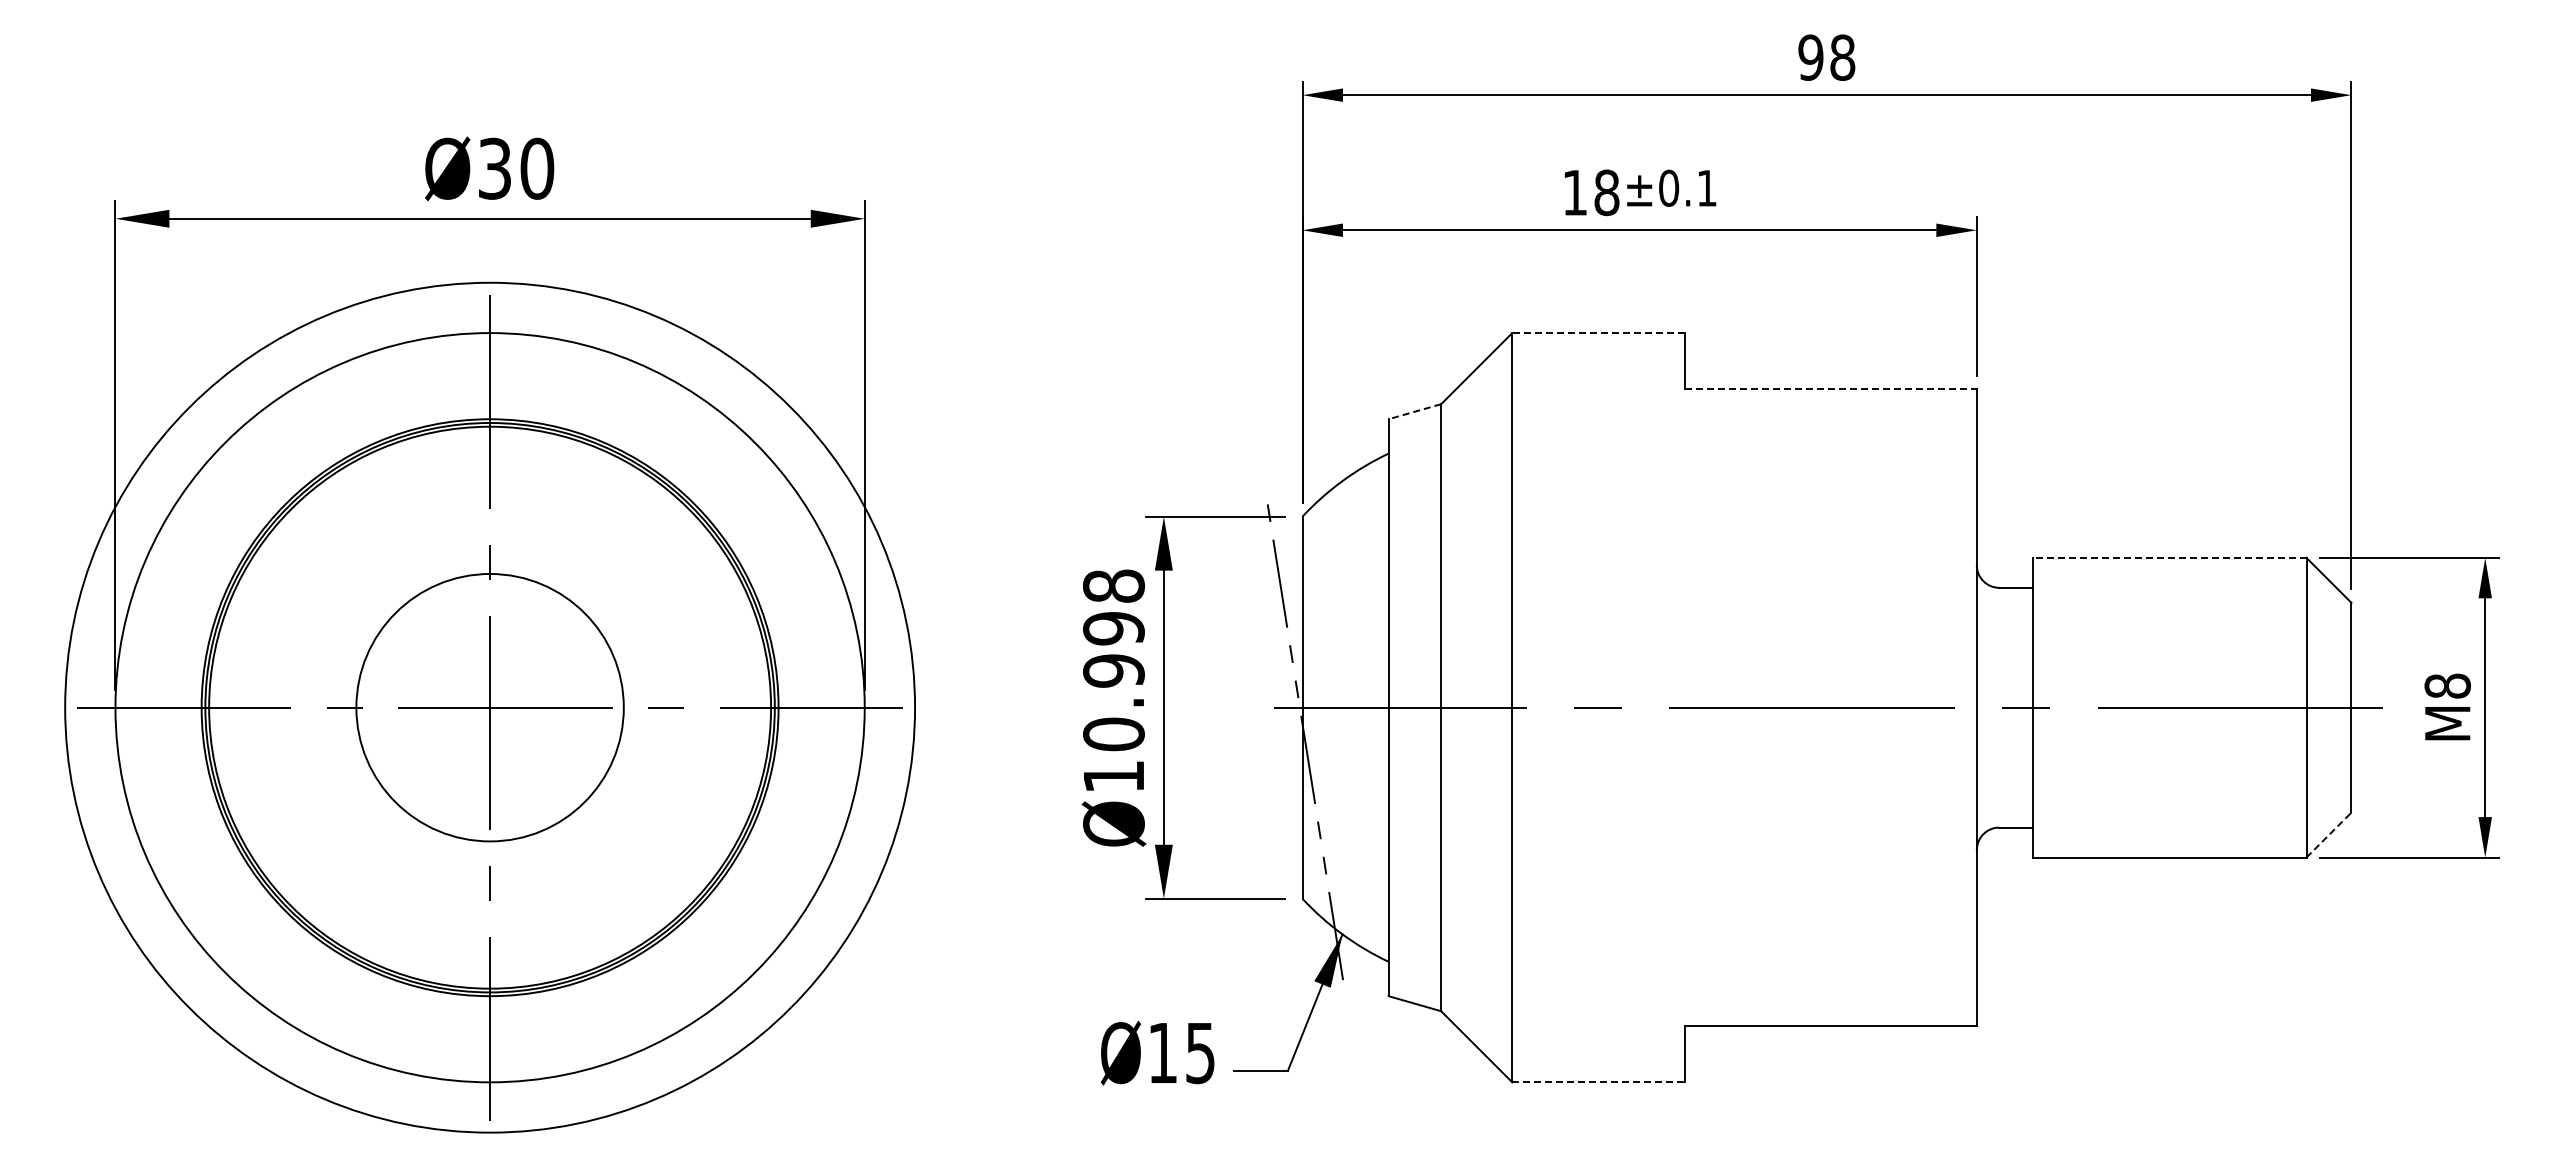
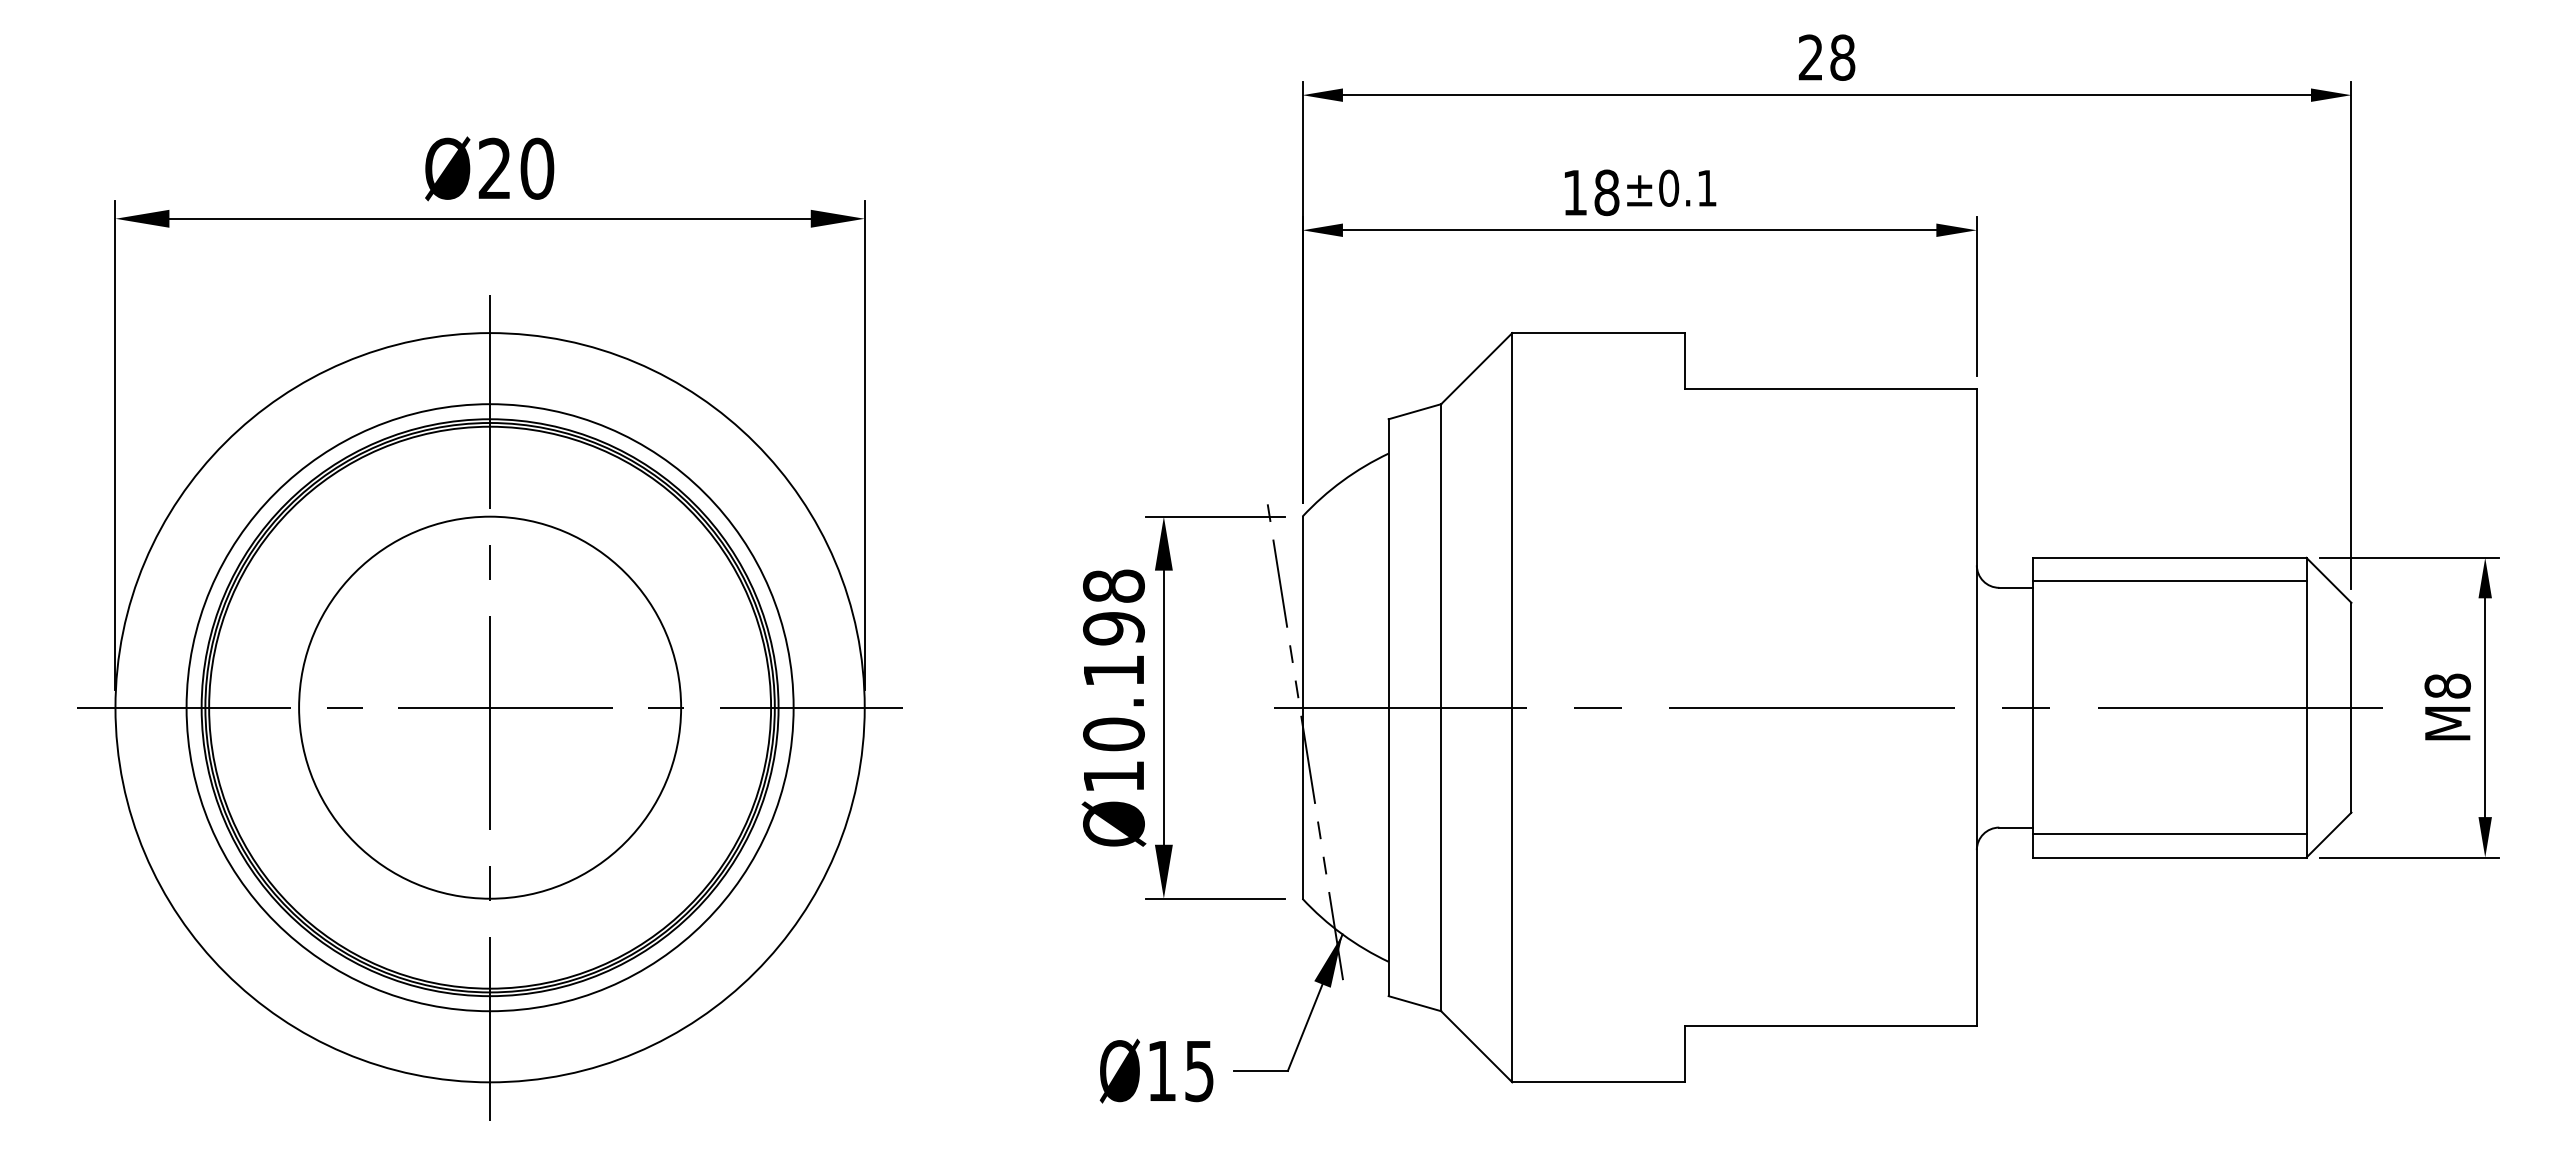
text at (1810, 57): 98 -> 28
text at (494, 168): Ø30 -> Ø20
line at (1597, 333): dashed -> solid
line at (1831, 389): dashed -> solid
line at (1414, 411): dashed -> solid
line at (2169, 557): dashed -> solid
line at (2169, 581): none -> present
text at (1113, 670): Ø10.998 -> Ø10.198
circle at (489, 707) diameter: 267 px -> 382 px
circle at (490, 707) diameter: 850 px -> 607 px
line at (2169, 834): none -> present
line at (2328, 835): dashed -> solid
text at (1157, 1052) position: (1157, 1052) -> (1156, 1070)
line at (1598, 1082): dashed -> solid
